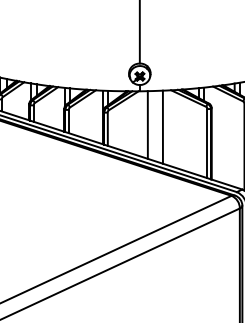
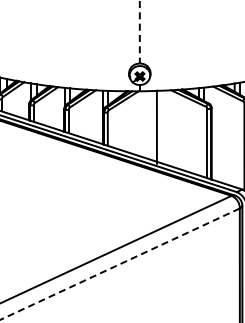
line at (139, 32): solid -> dashed
line at (147, 124): present -> none
line at (162, 126) position: (162, 126) -> (156, 126)
line at (120, 264): solid -> dashed
